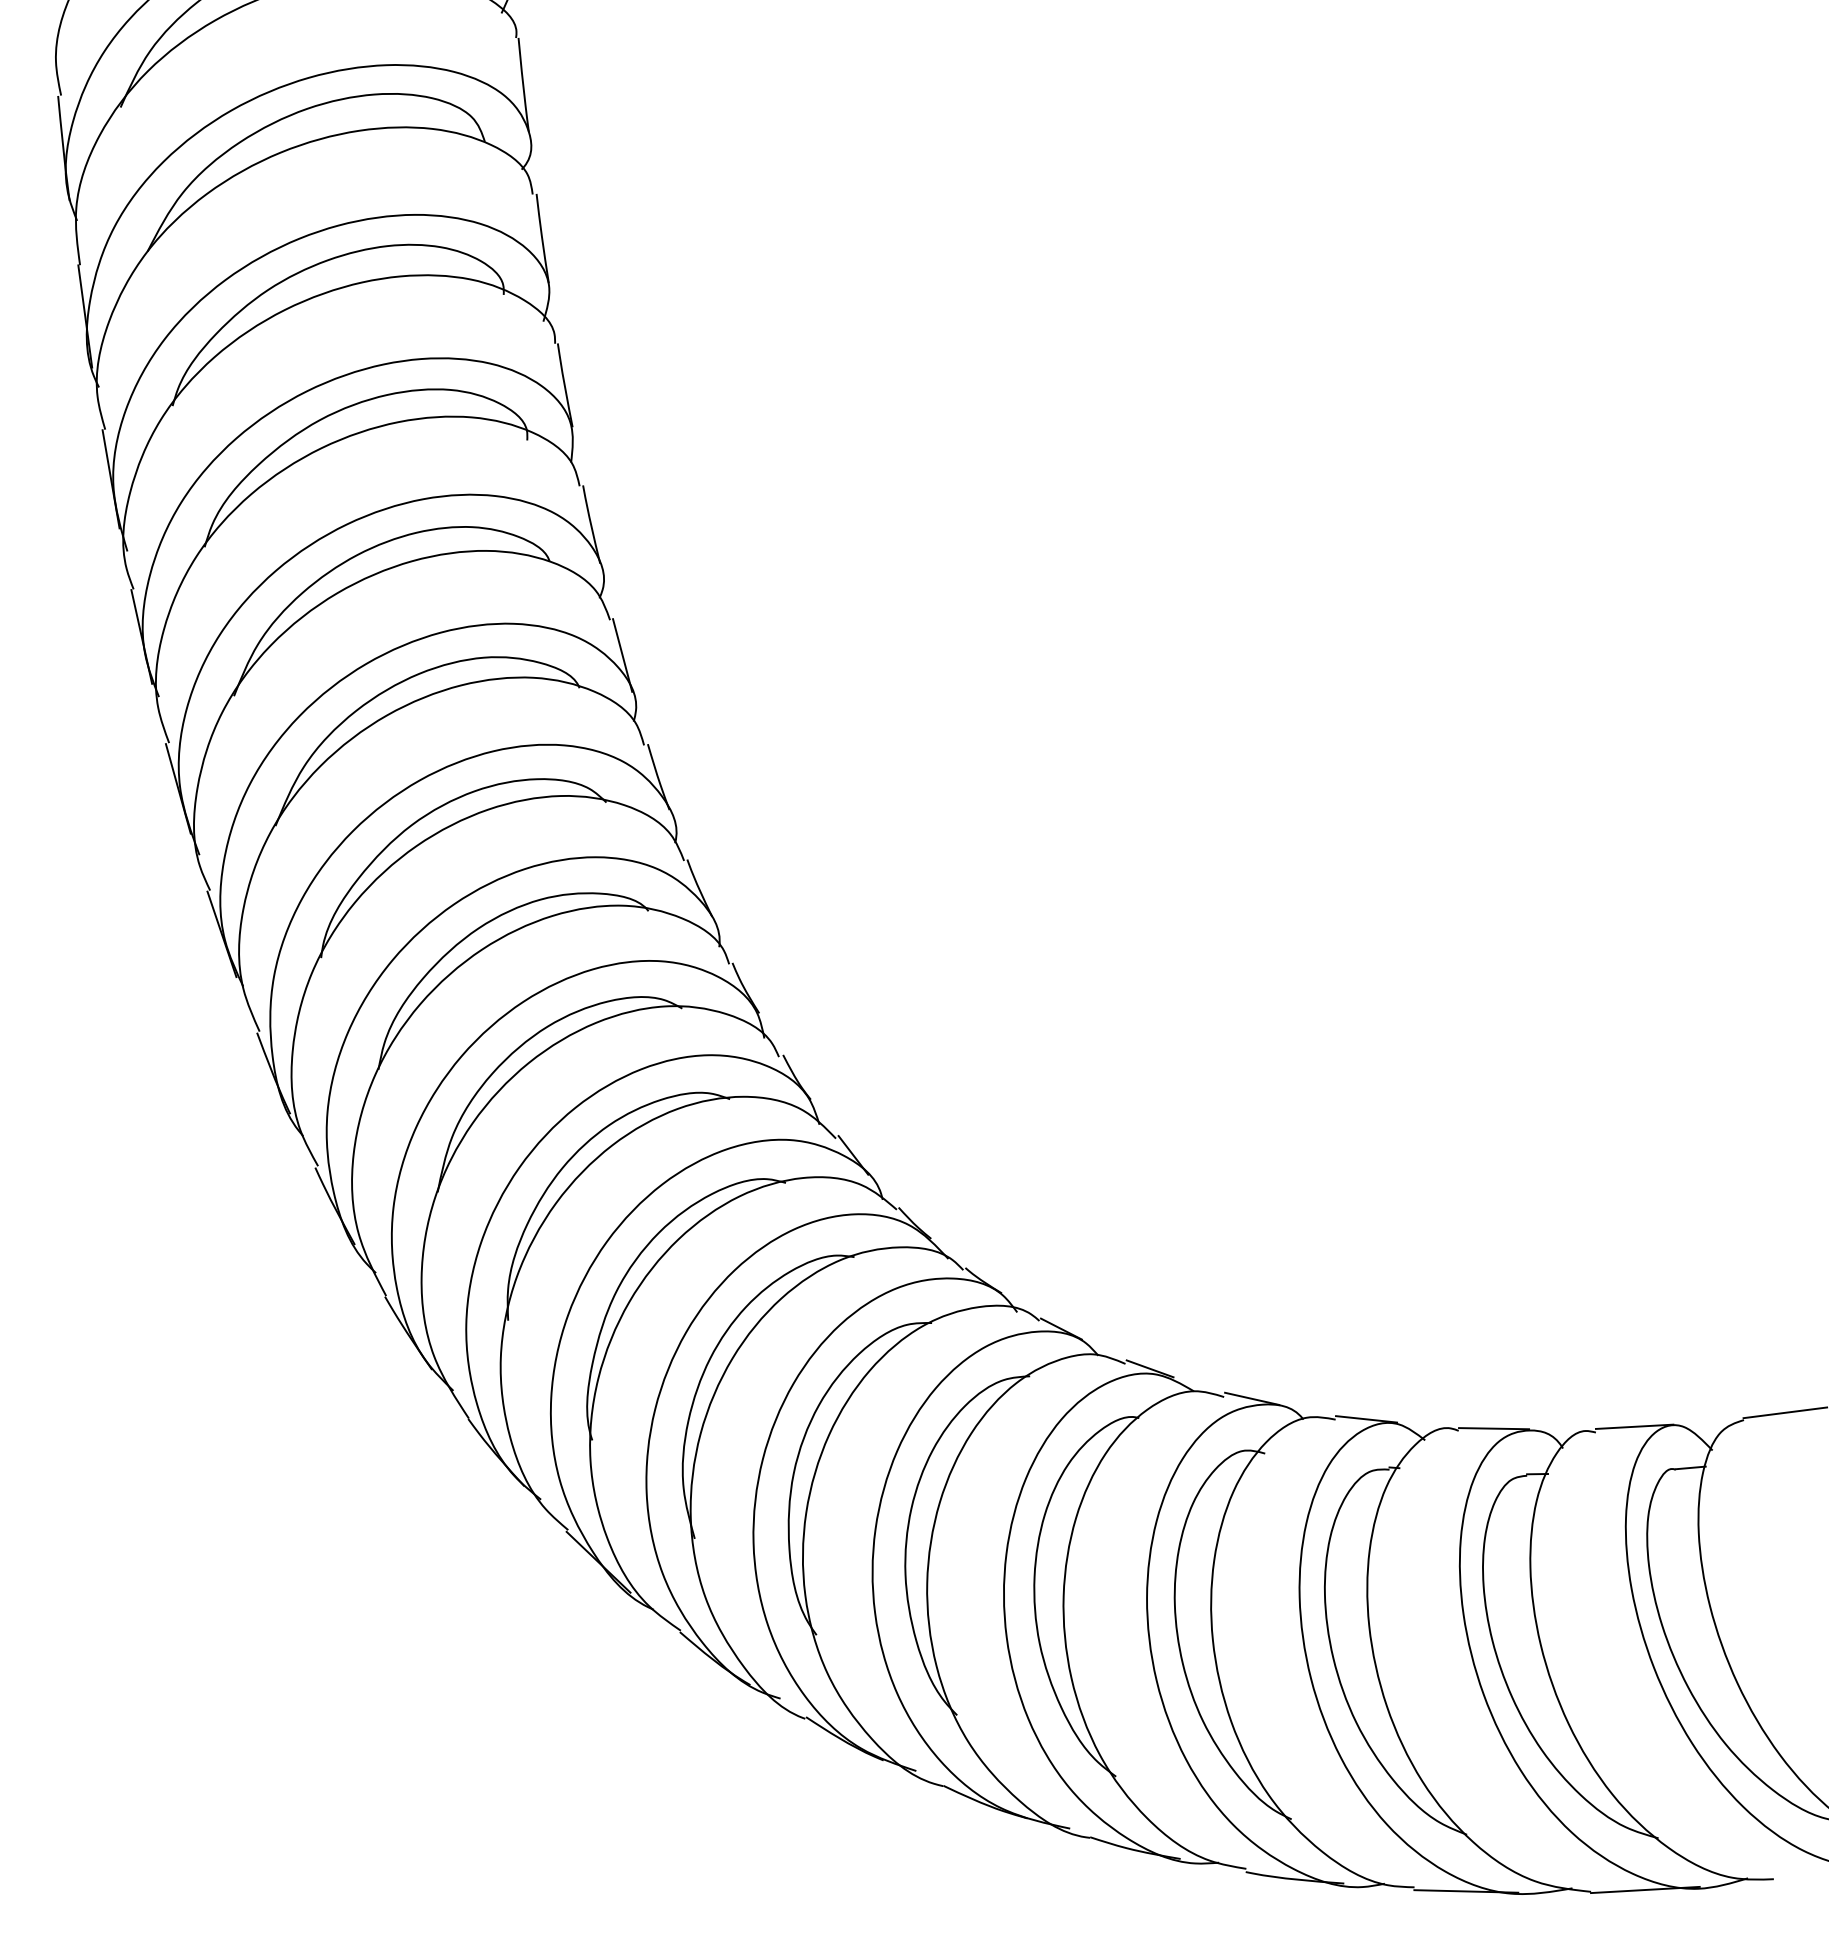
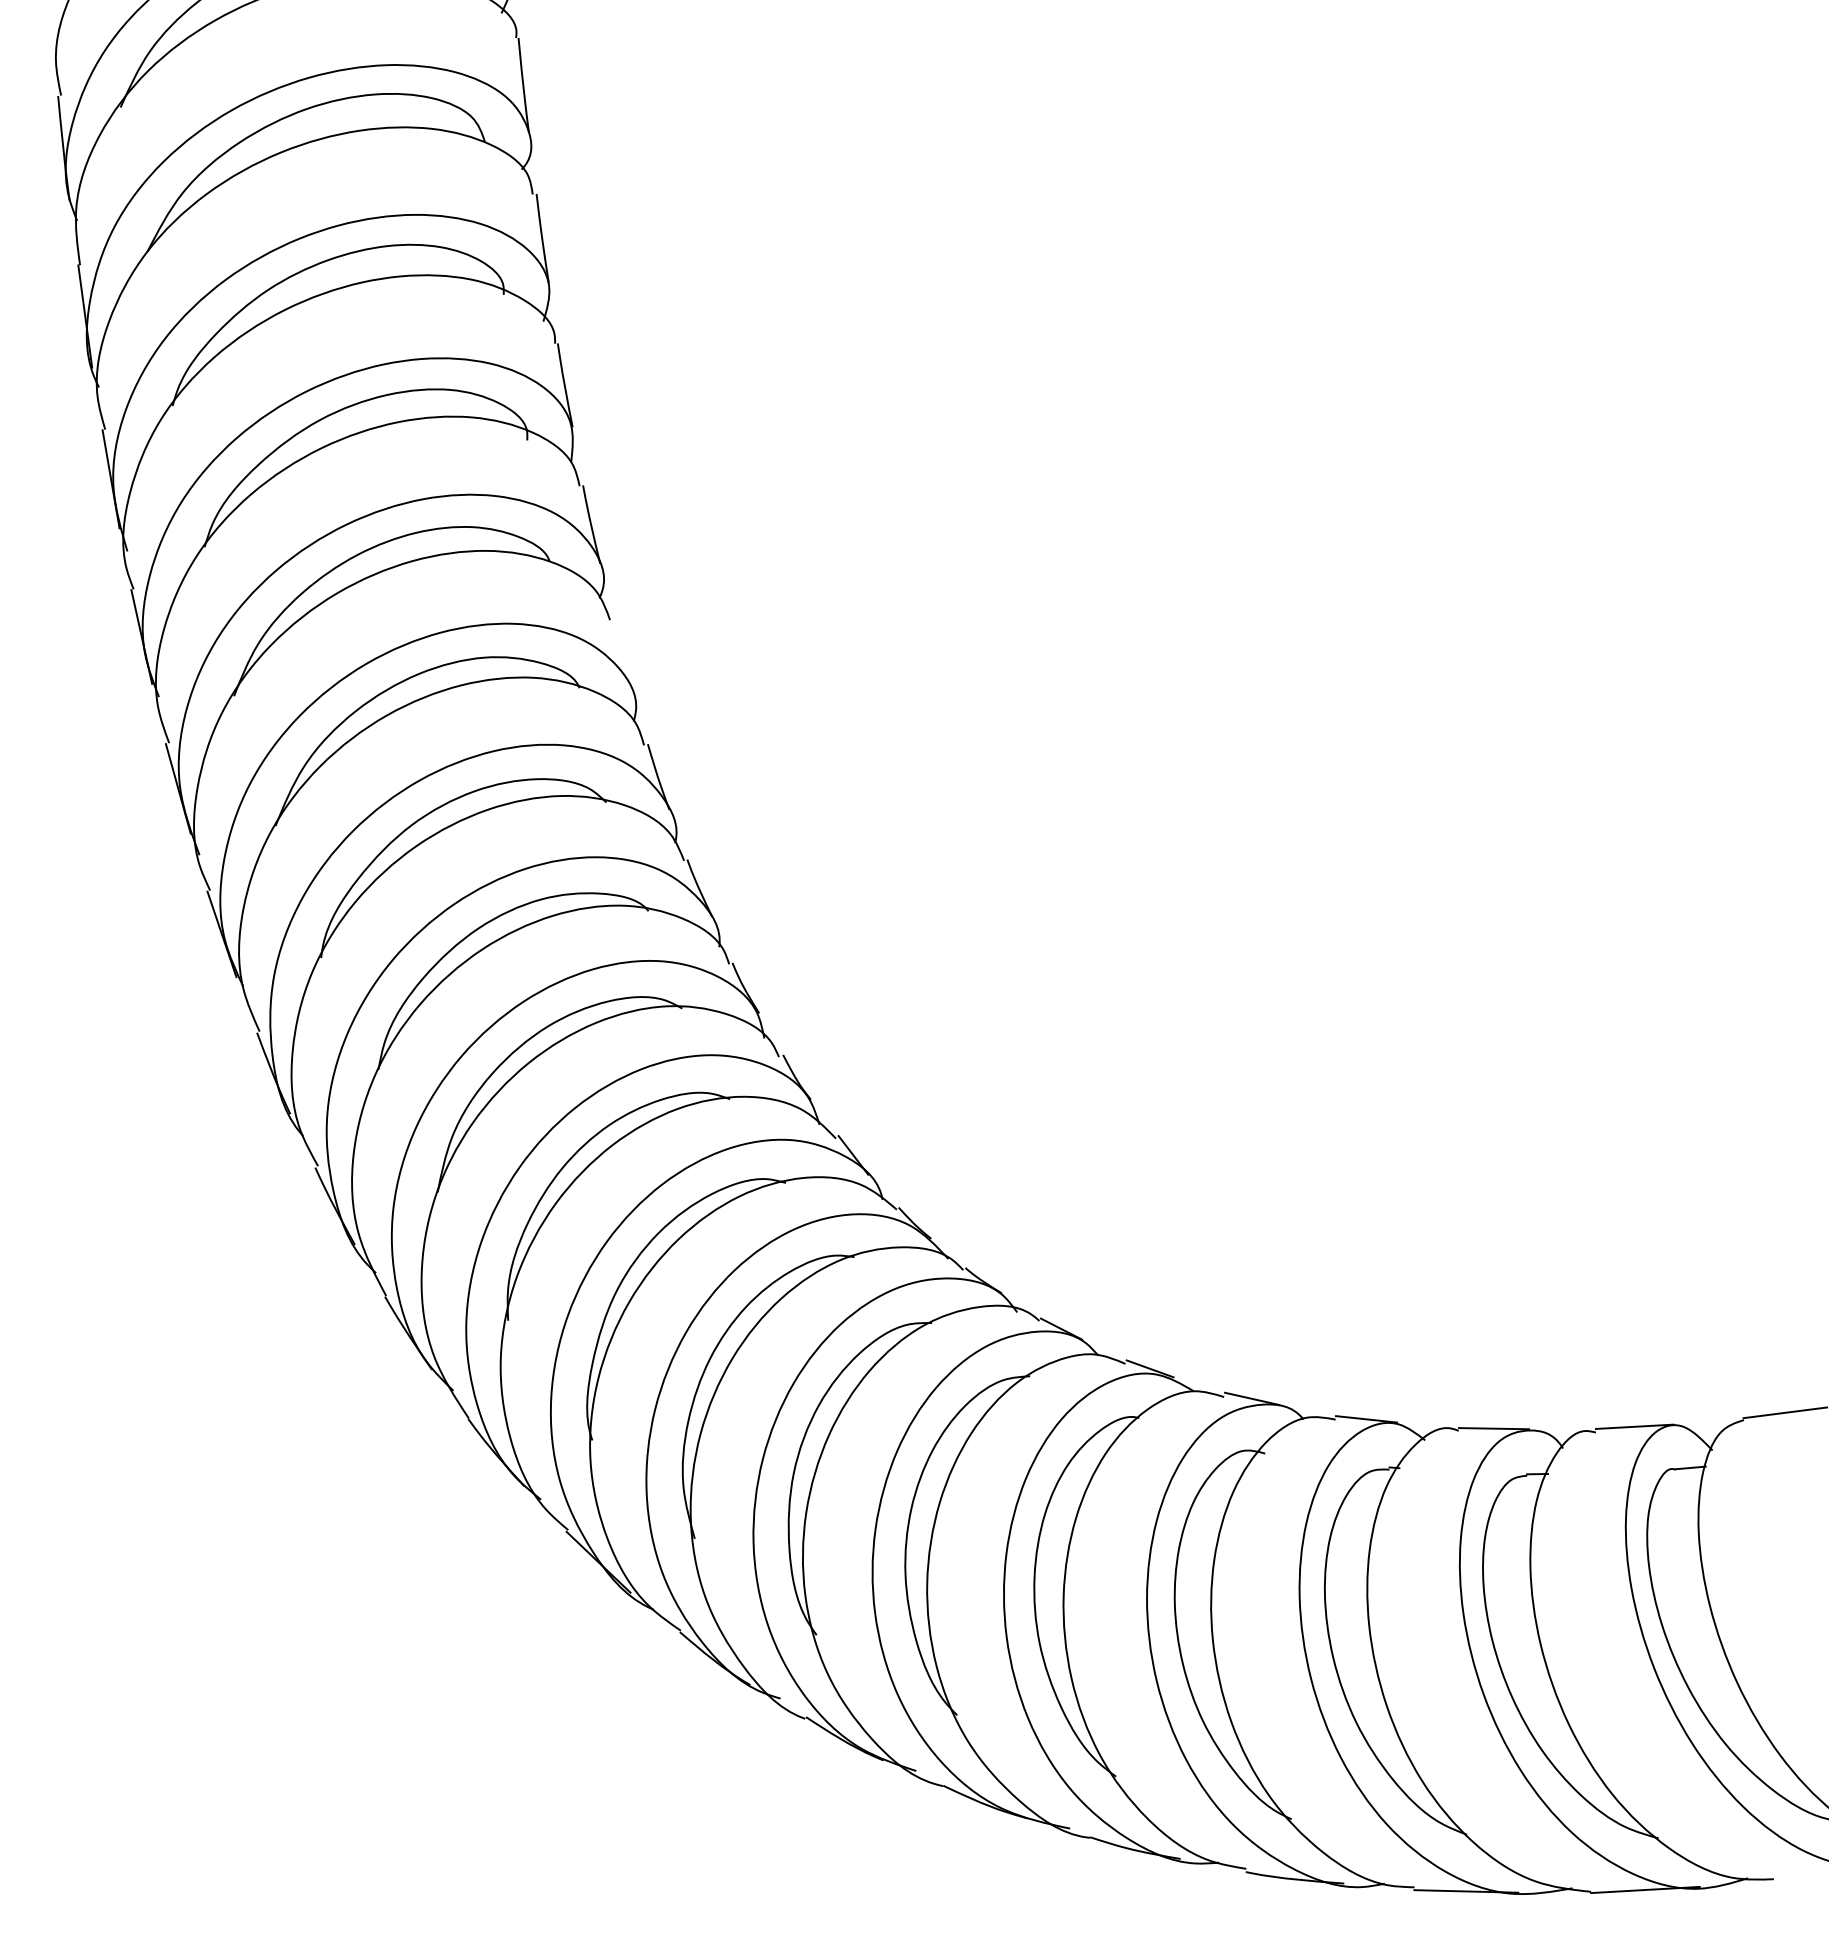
line at (622, 655): present -> none
